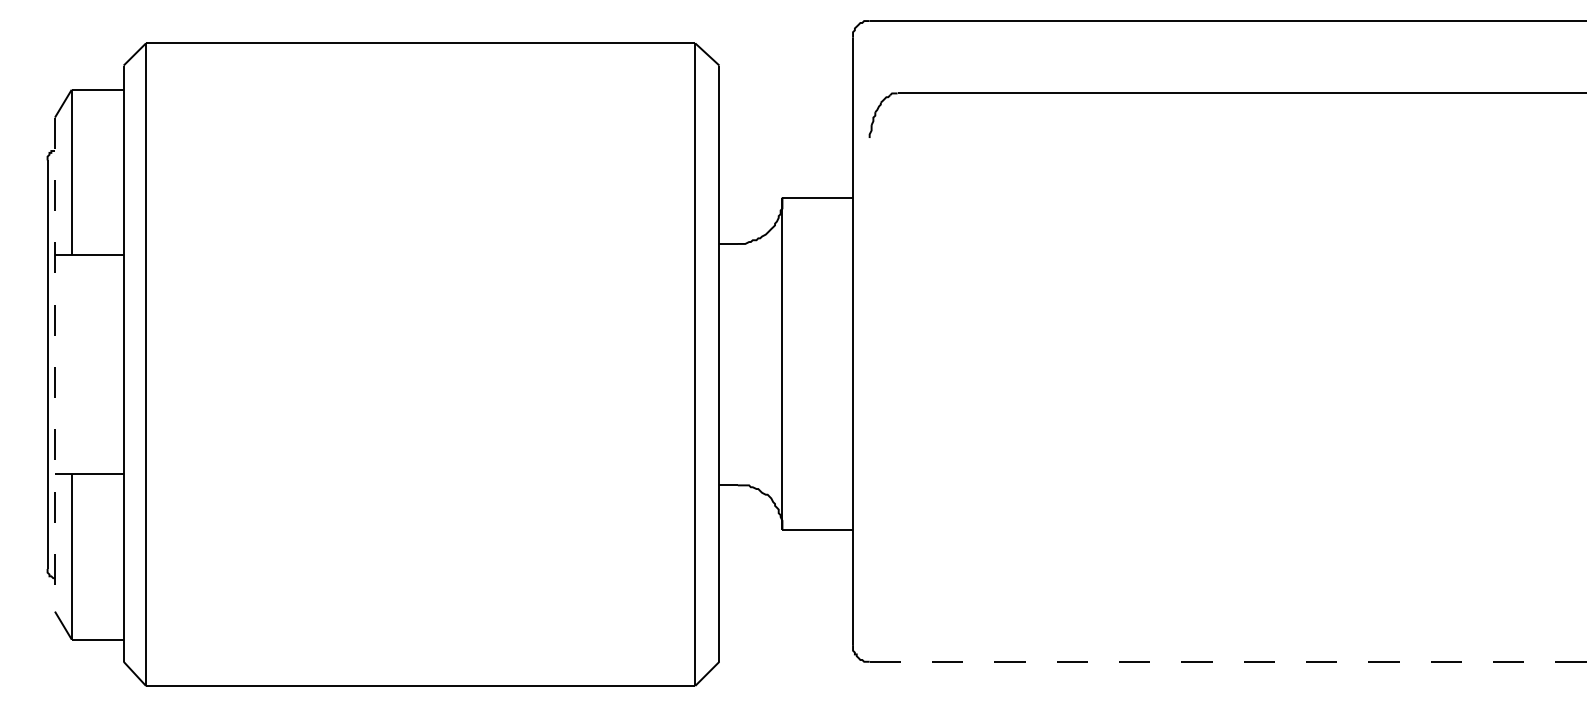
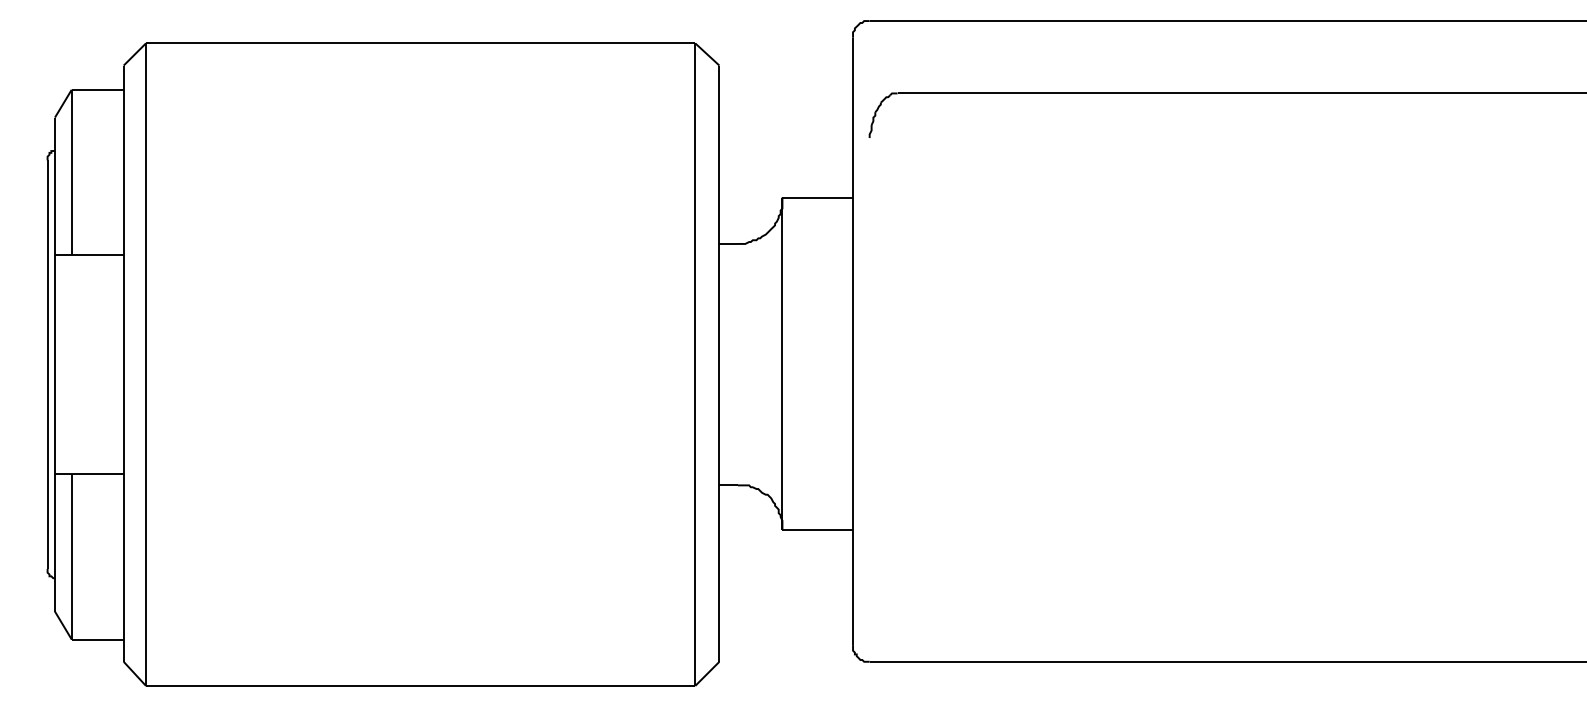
line at (55, 365): dashed -> solid
line at (1228, 661): dashed -> solid
